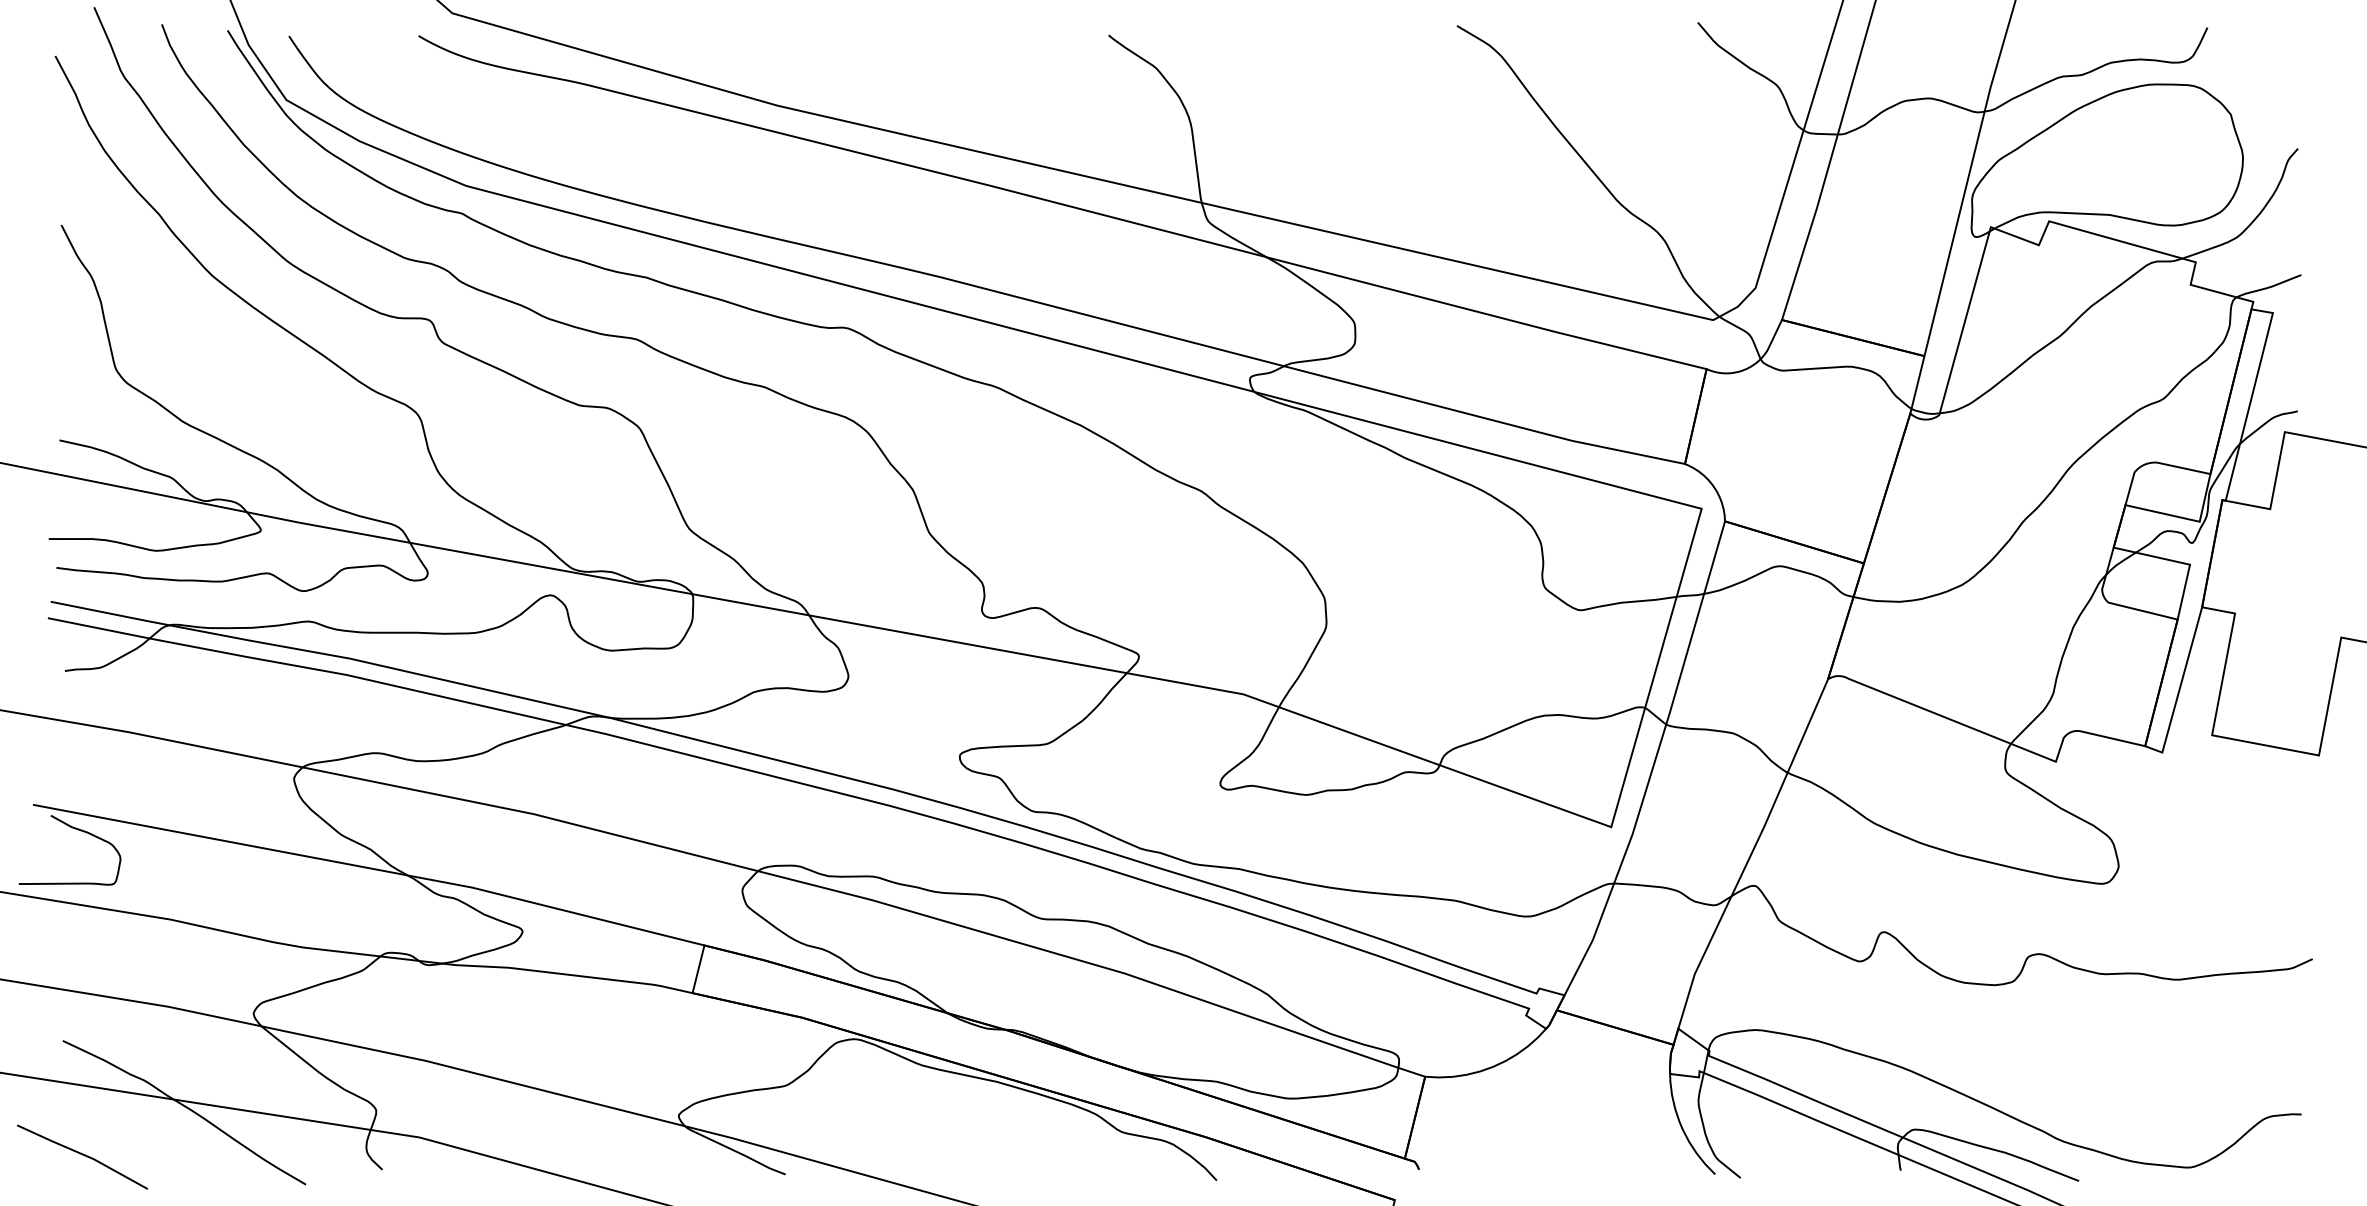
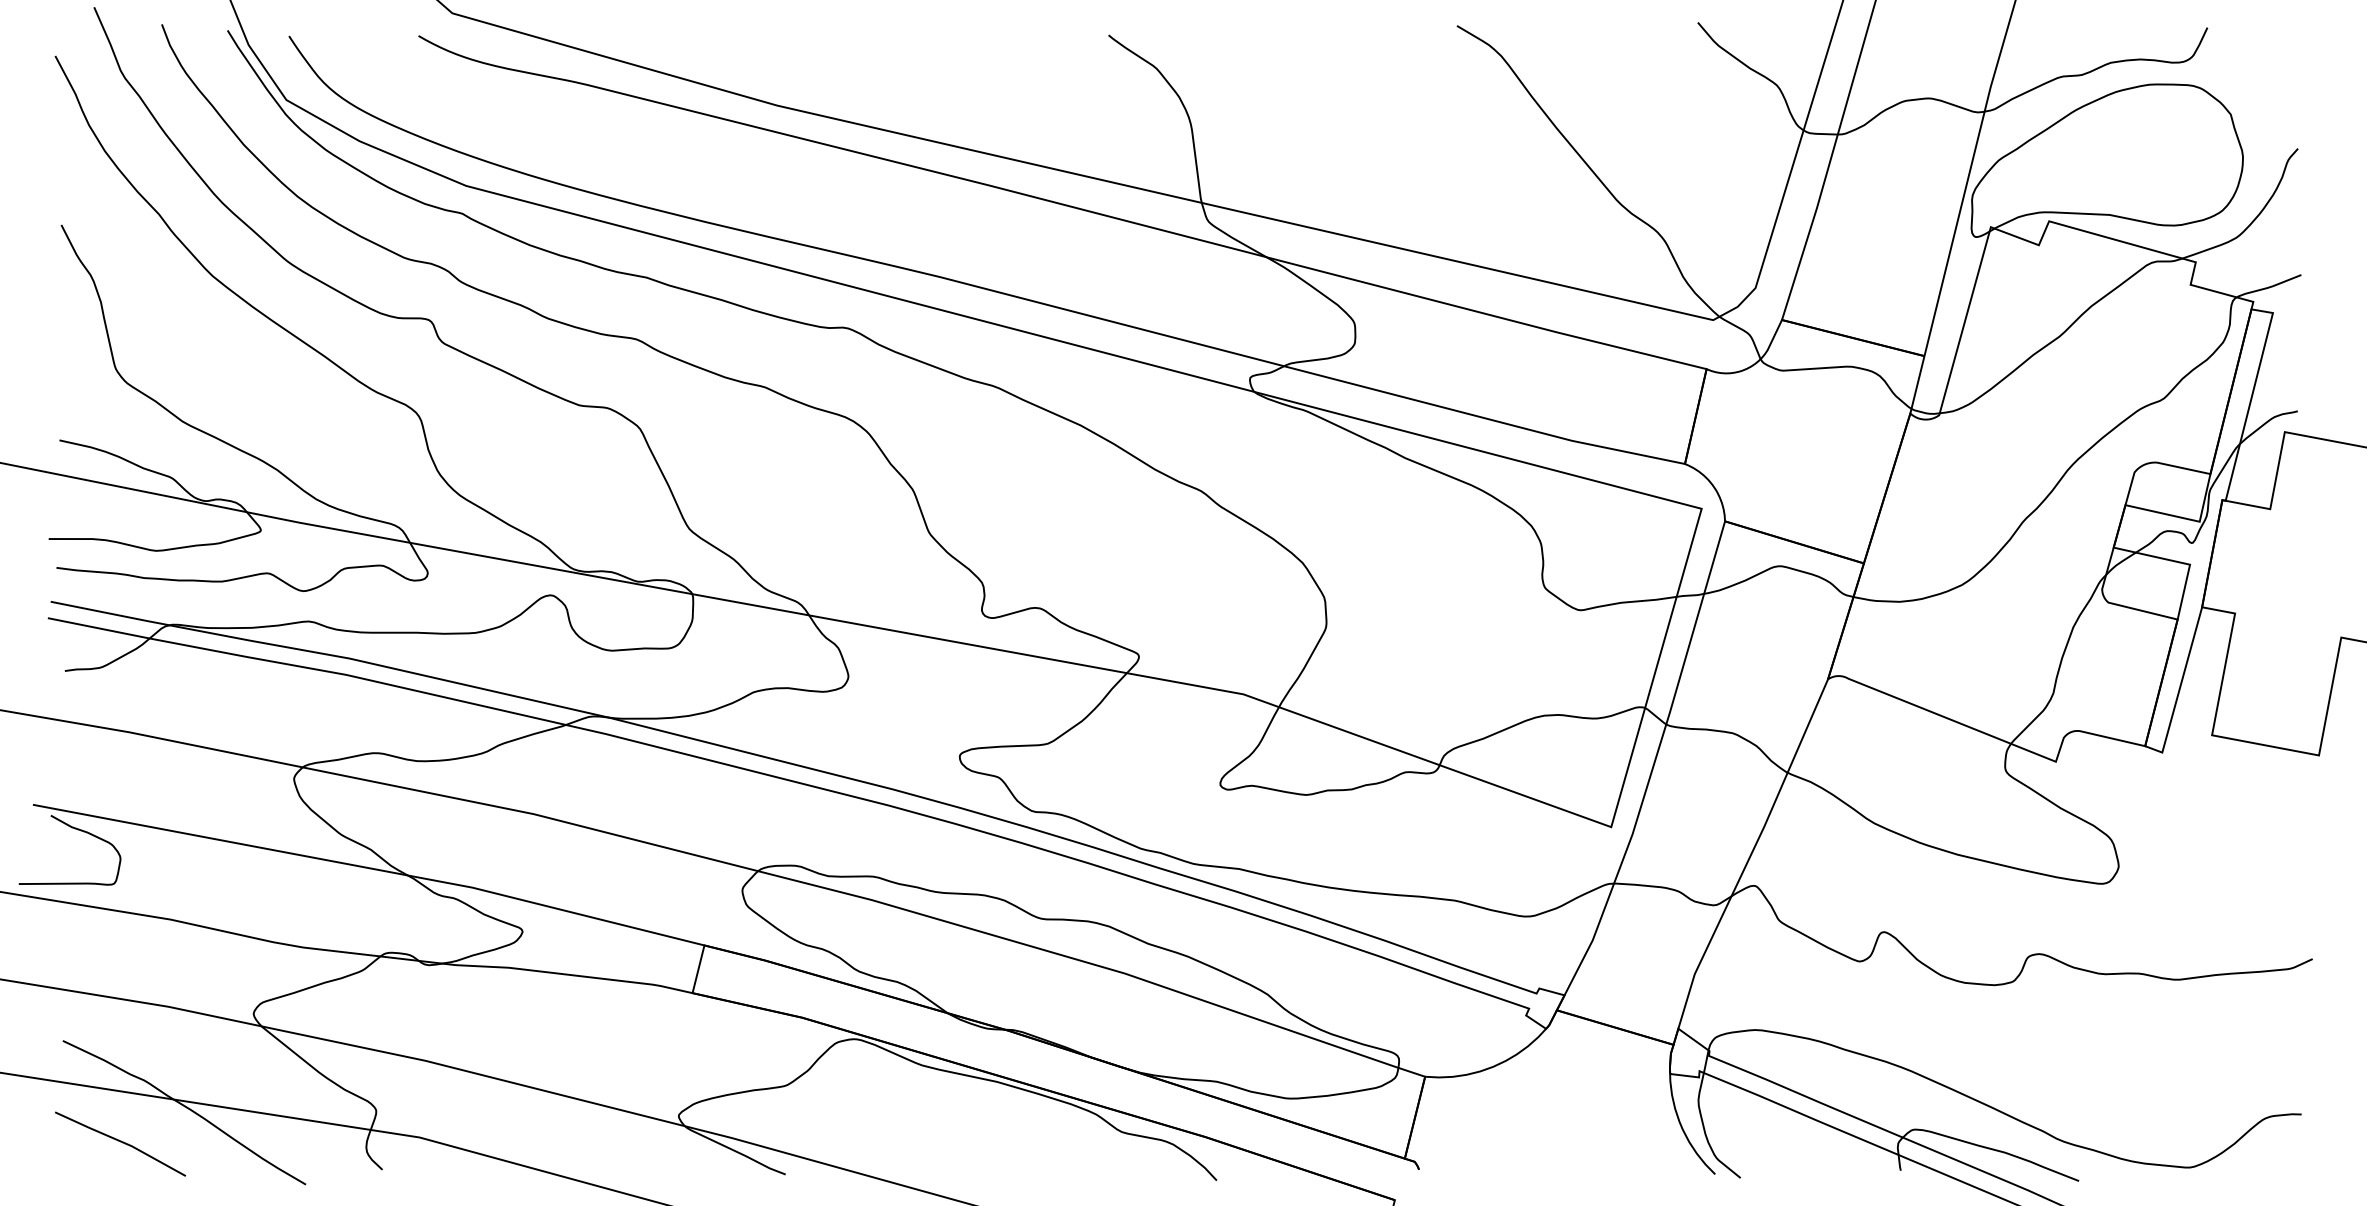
line at (82, 1155) position: (82, 1155) -> (120, 1142)
